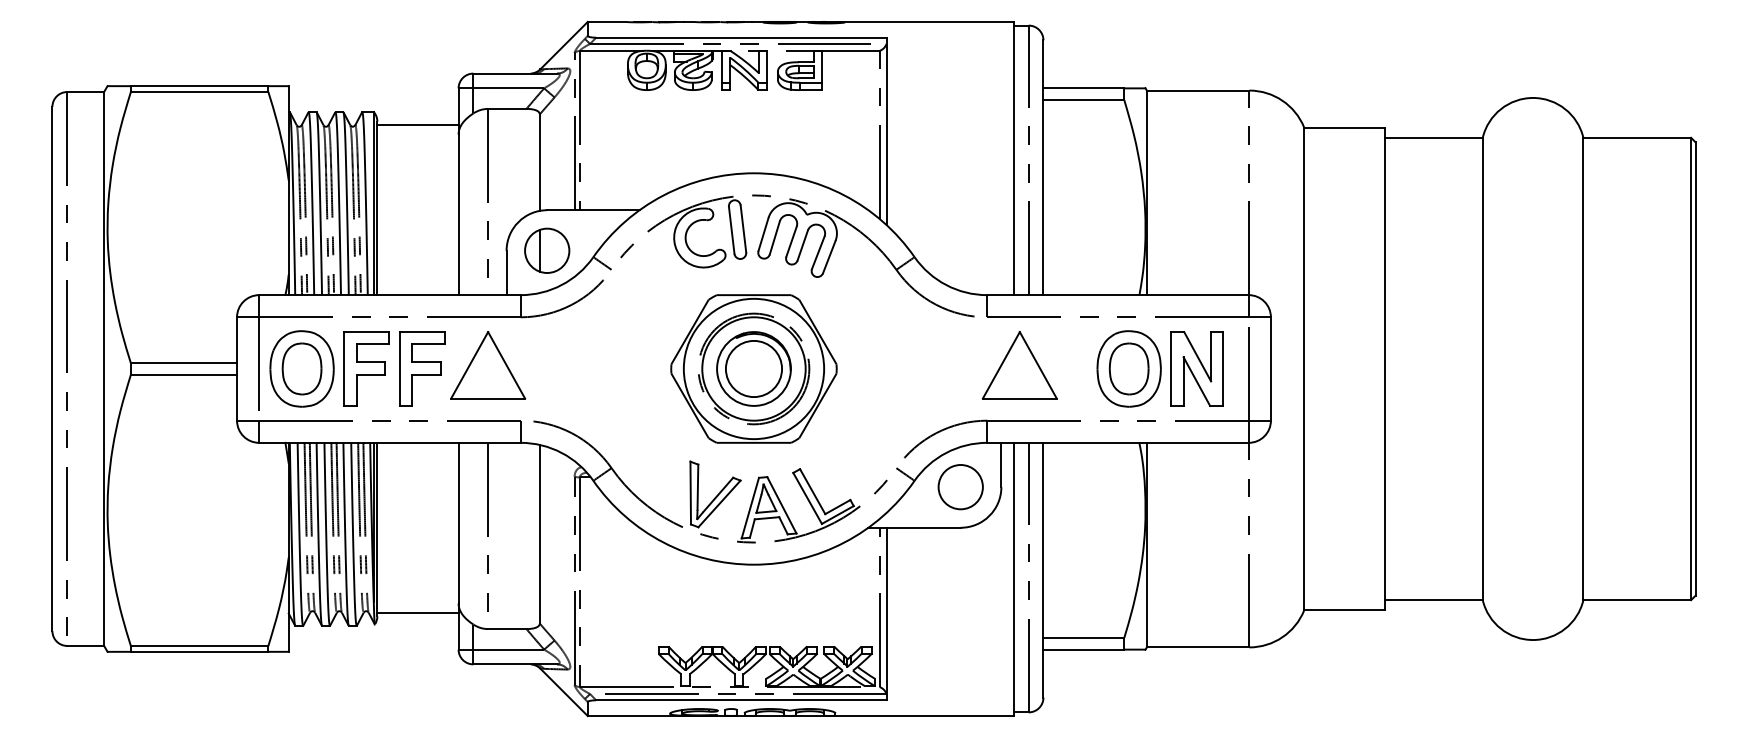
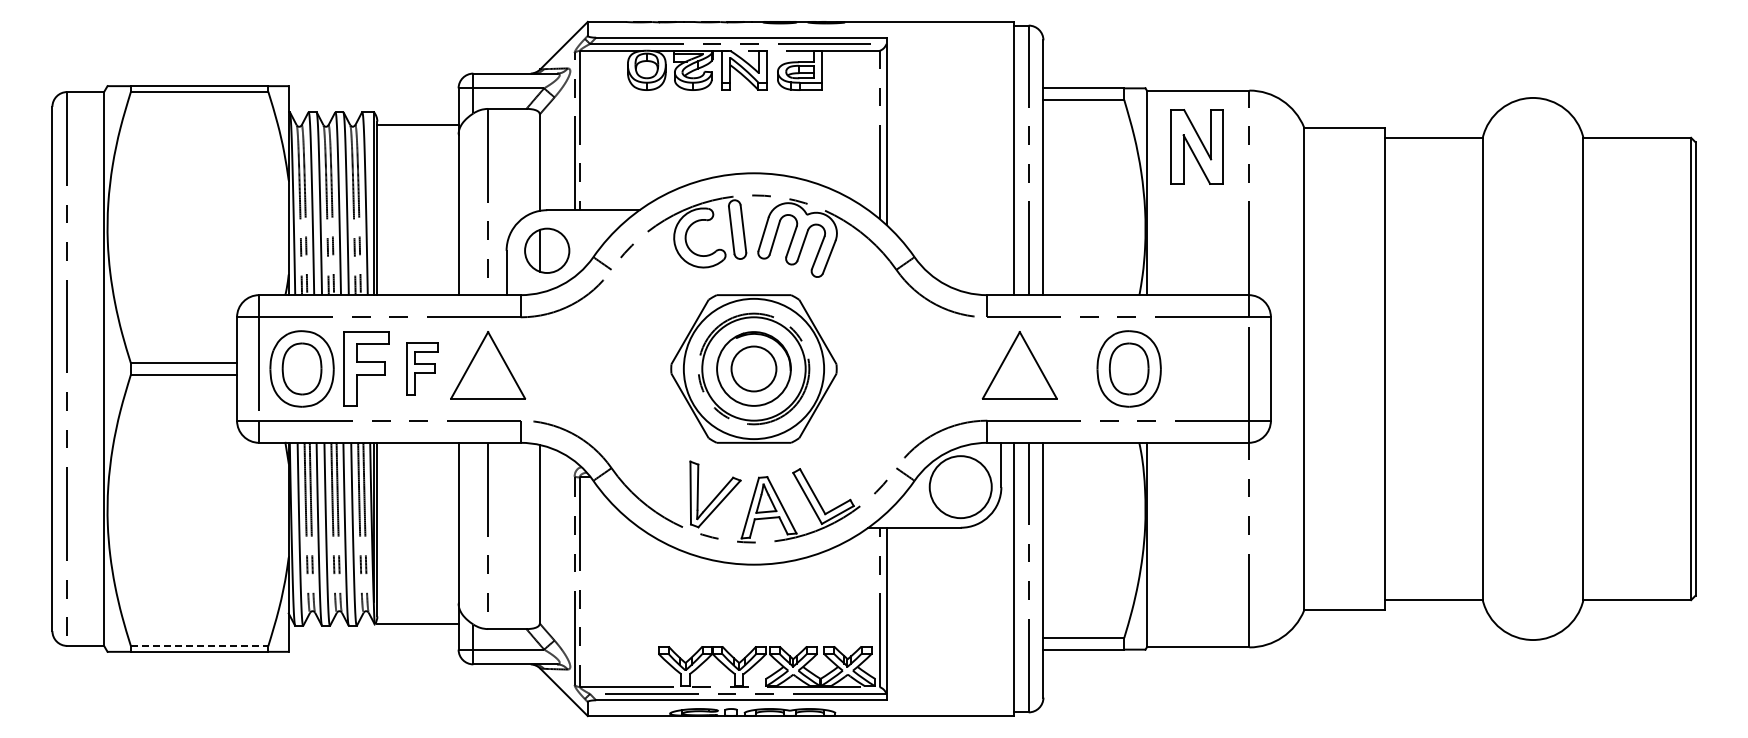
part at (422, 368) size: 47x76 px -> 33x54 px
circle at (753, 368) diameter: 56 px -> 45 px
part at (1196, 368) position: (1196, 368) -> (1196, 146)
circle at (960, 487) diameter: 44 px -> 62 px
line at (417, 612) position: (417, 612) -> (417, 623)
line at (199, 646): solid -> dashed
